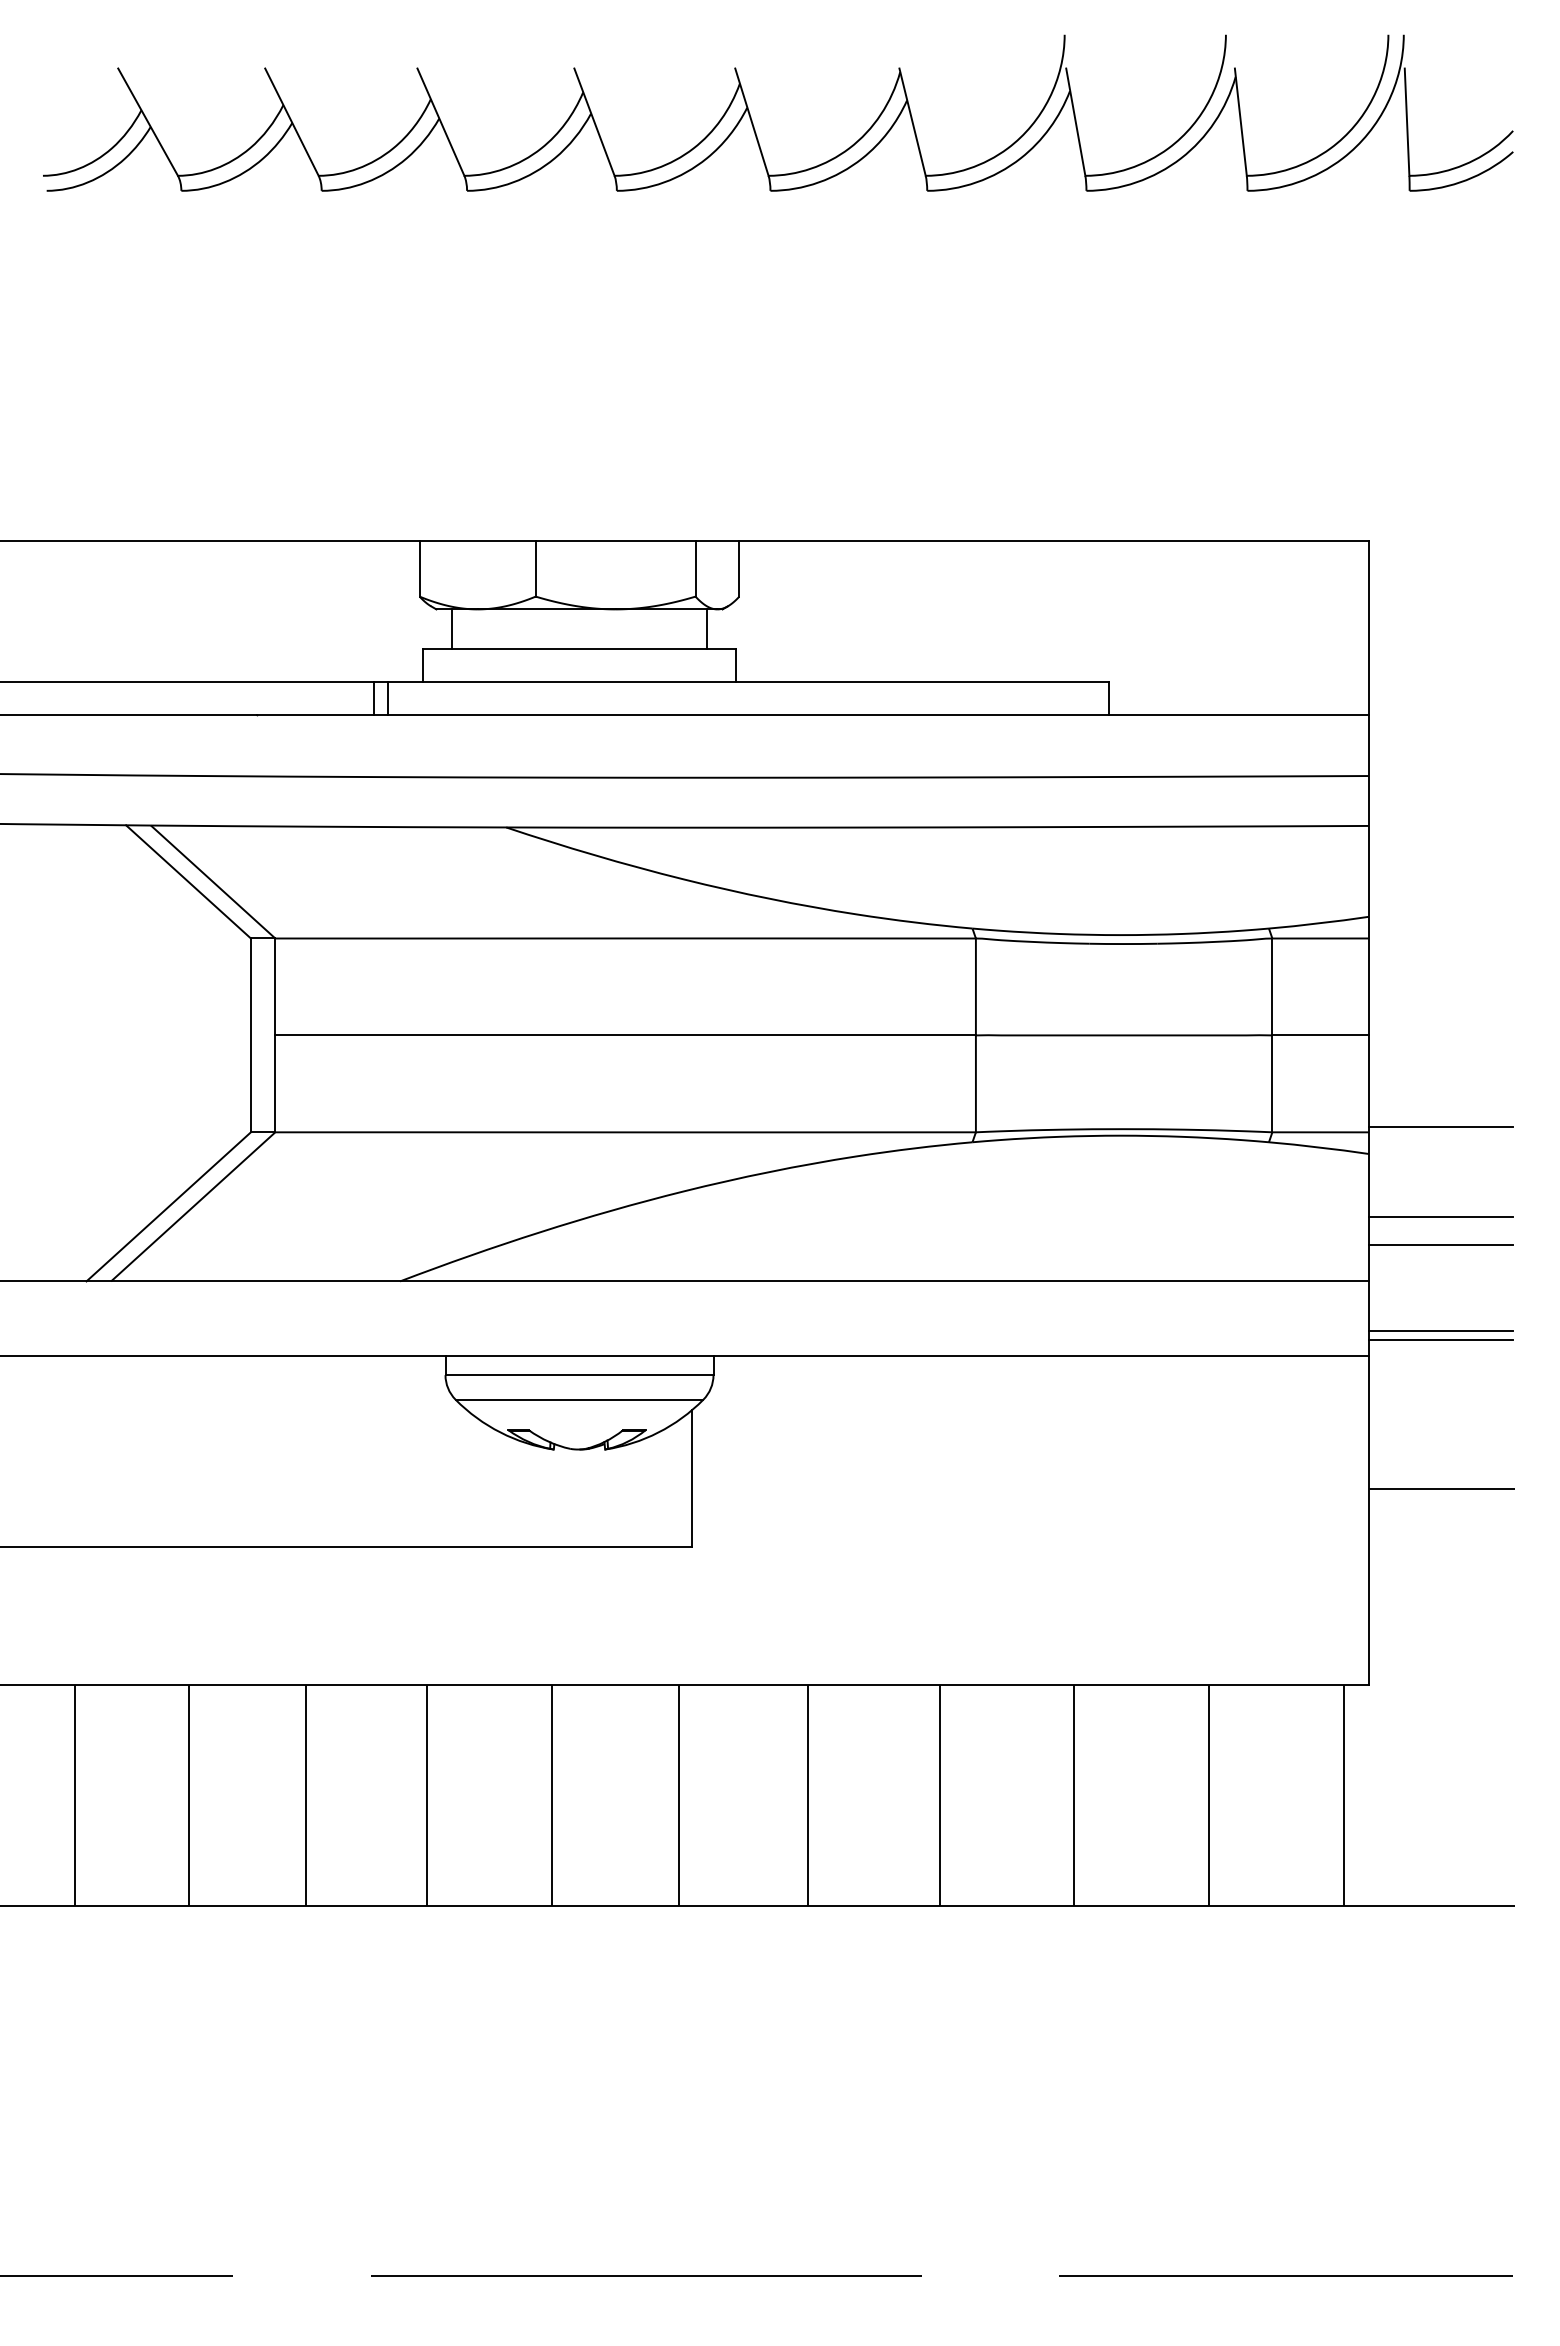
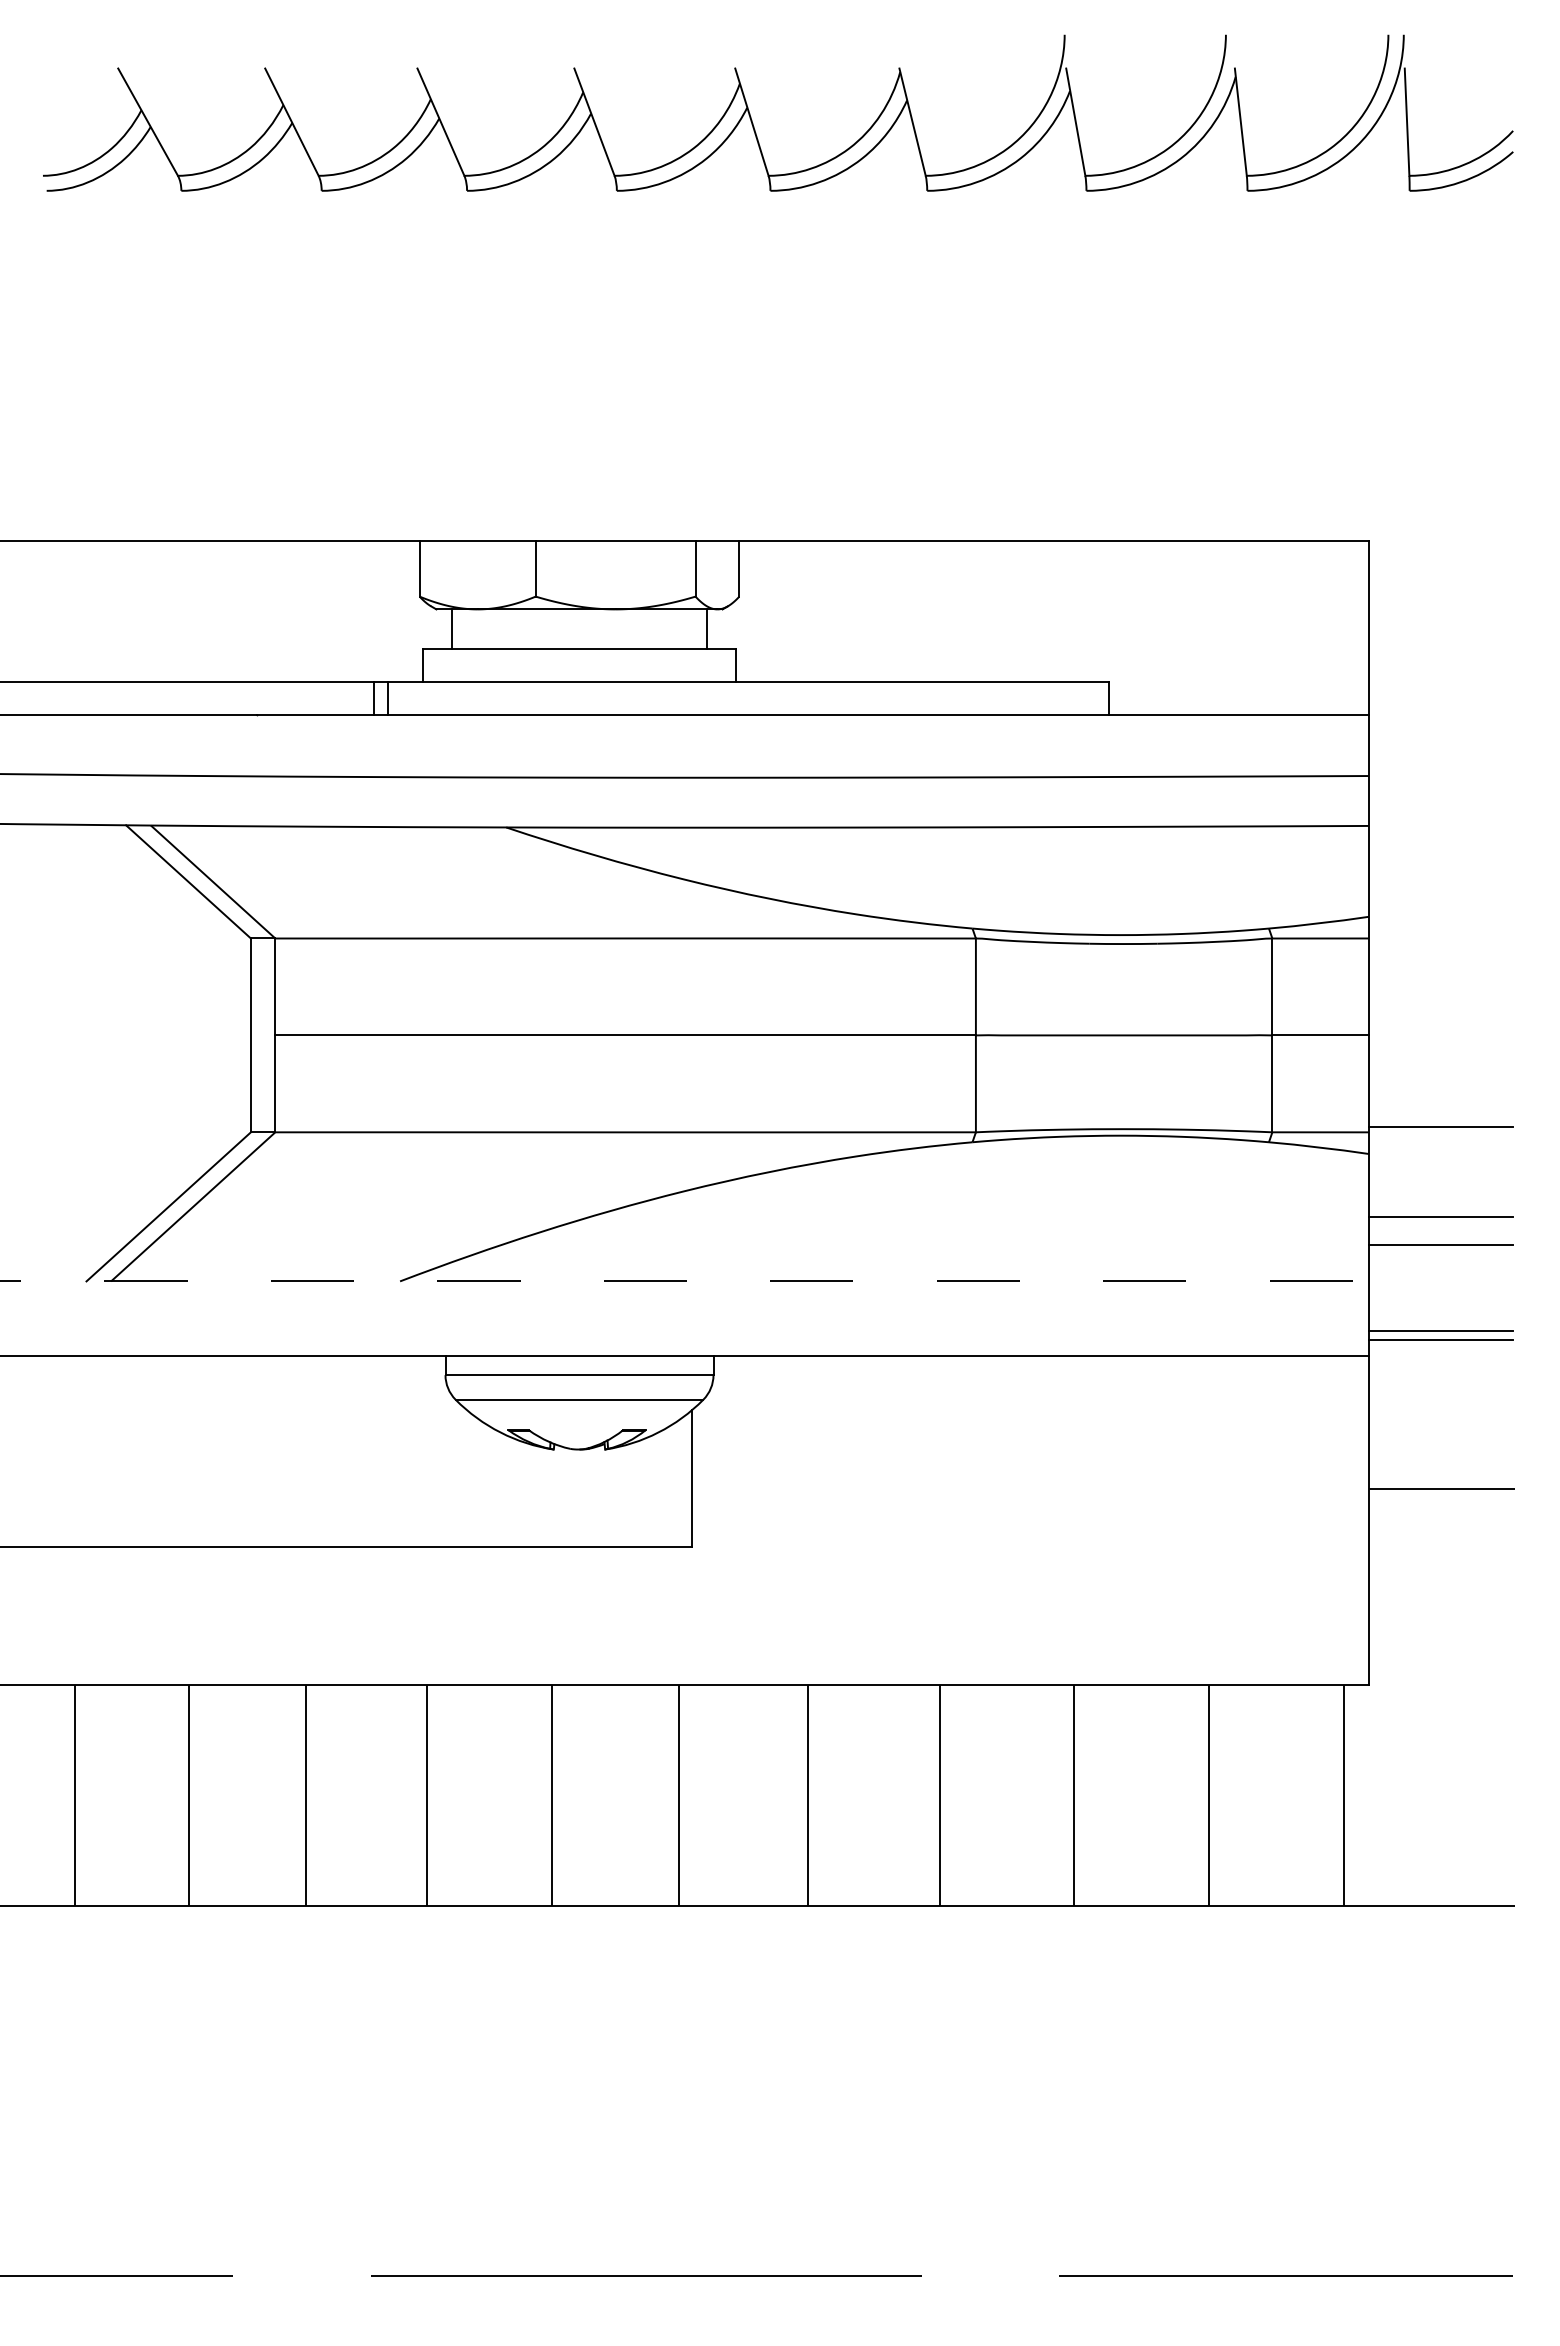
line at (685, 1281): solid -> dashed
